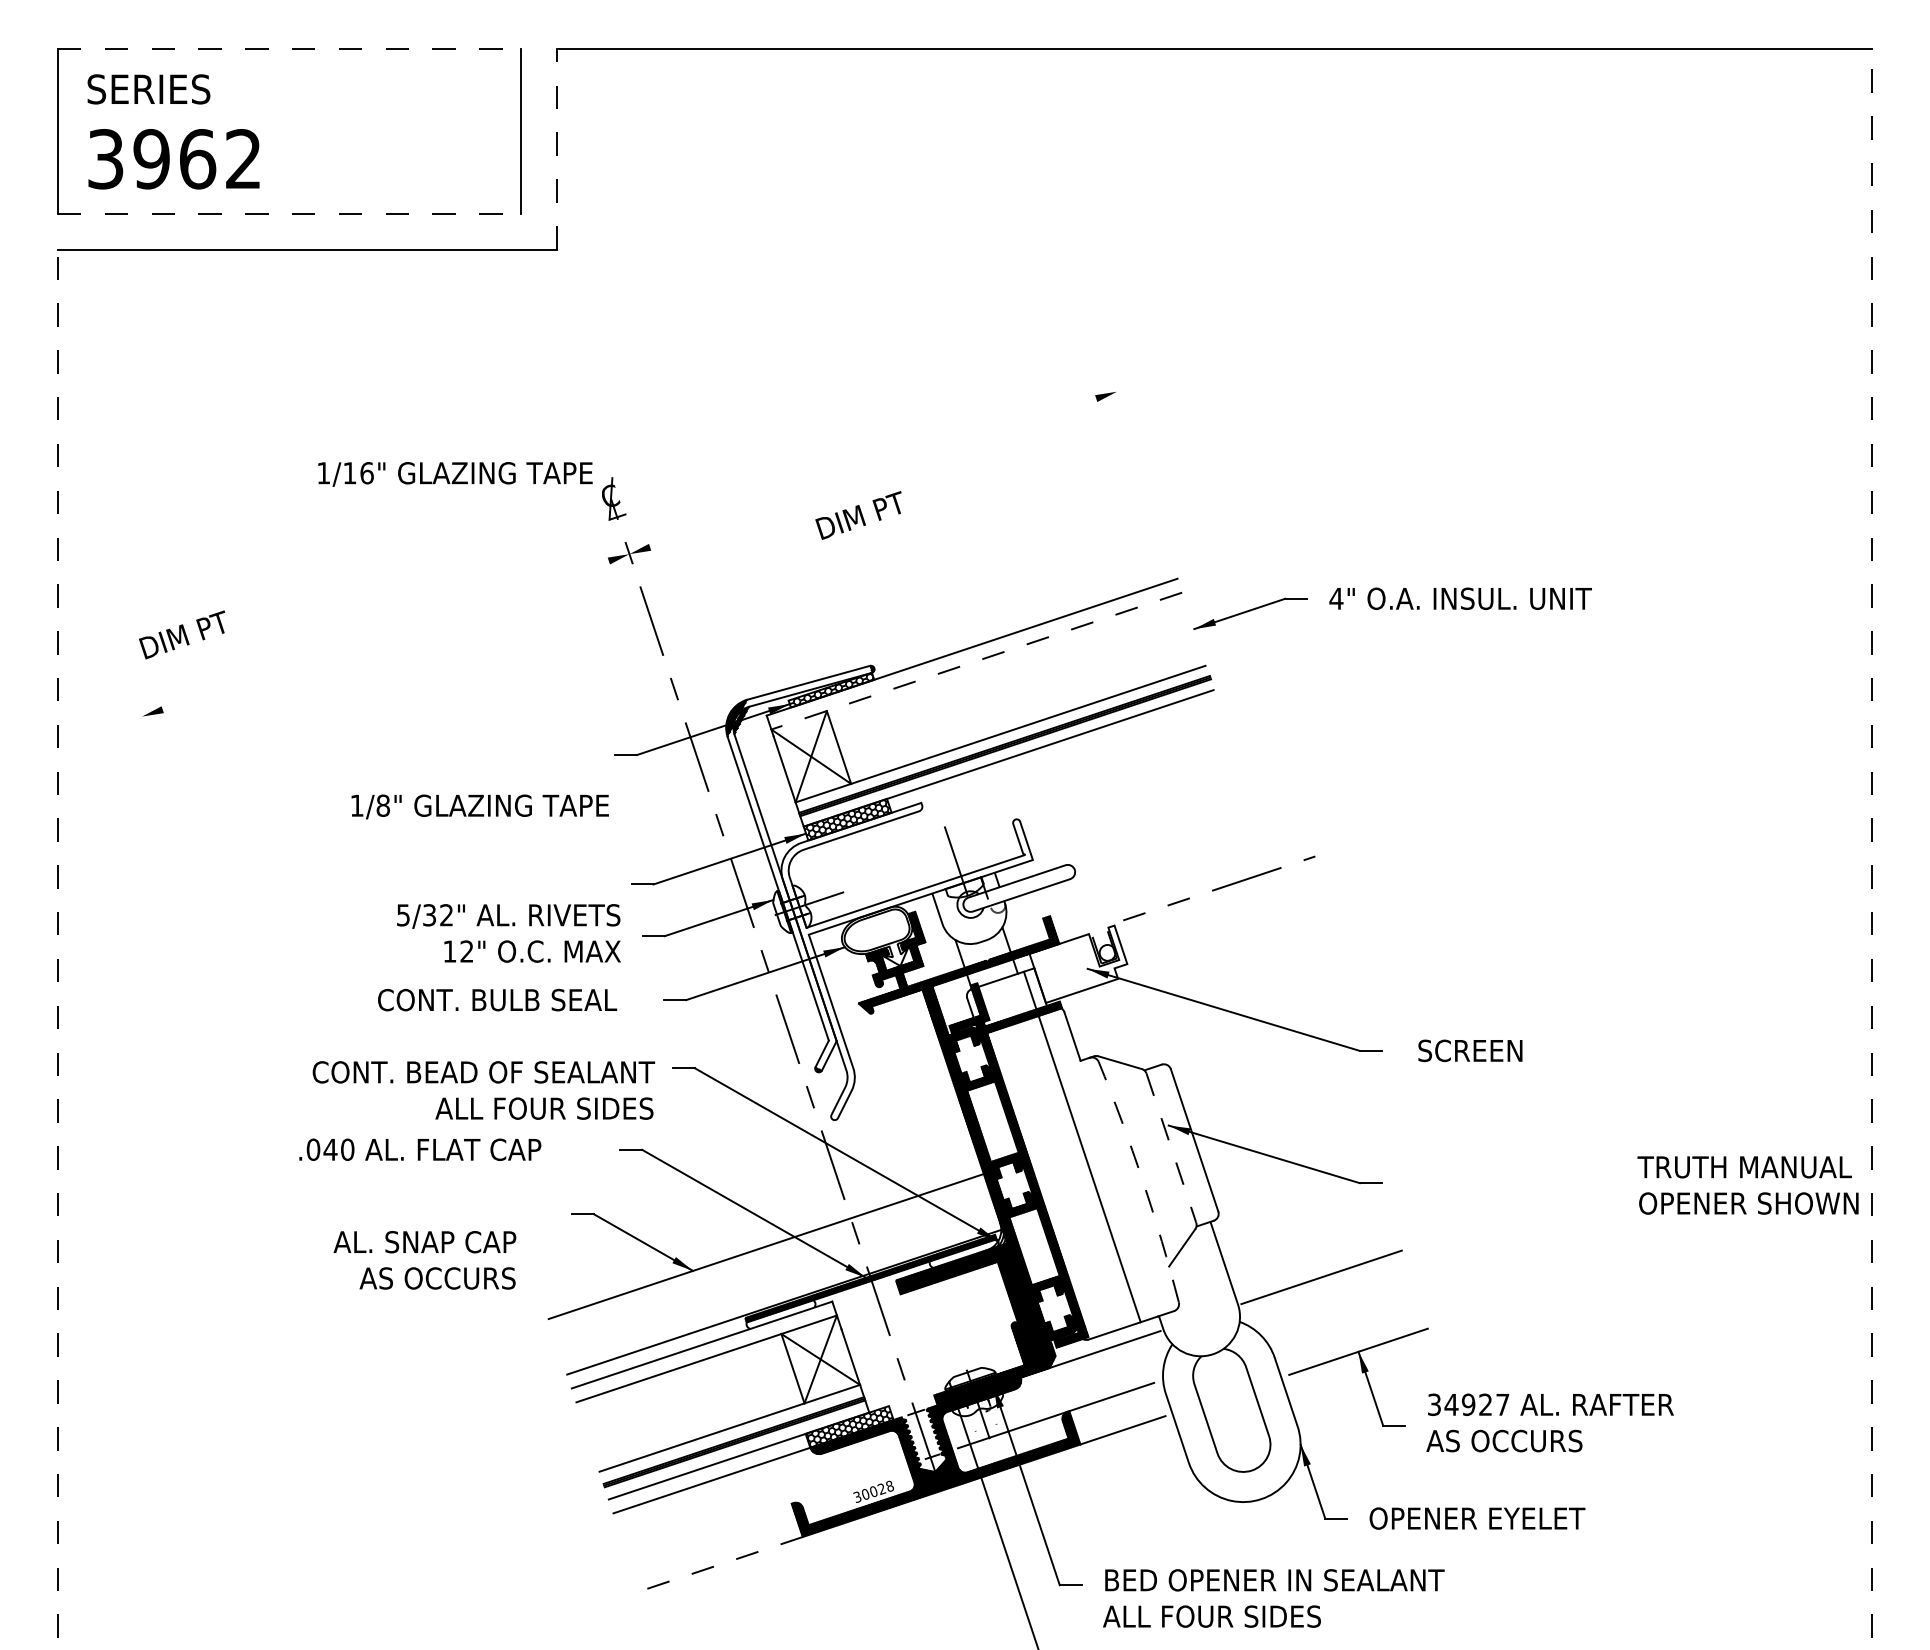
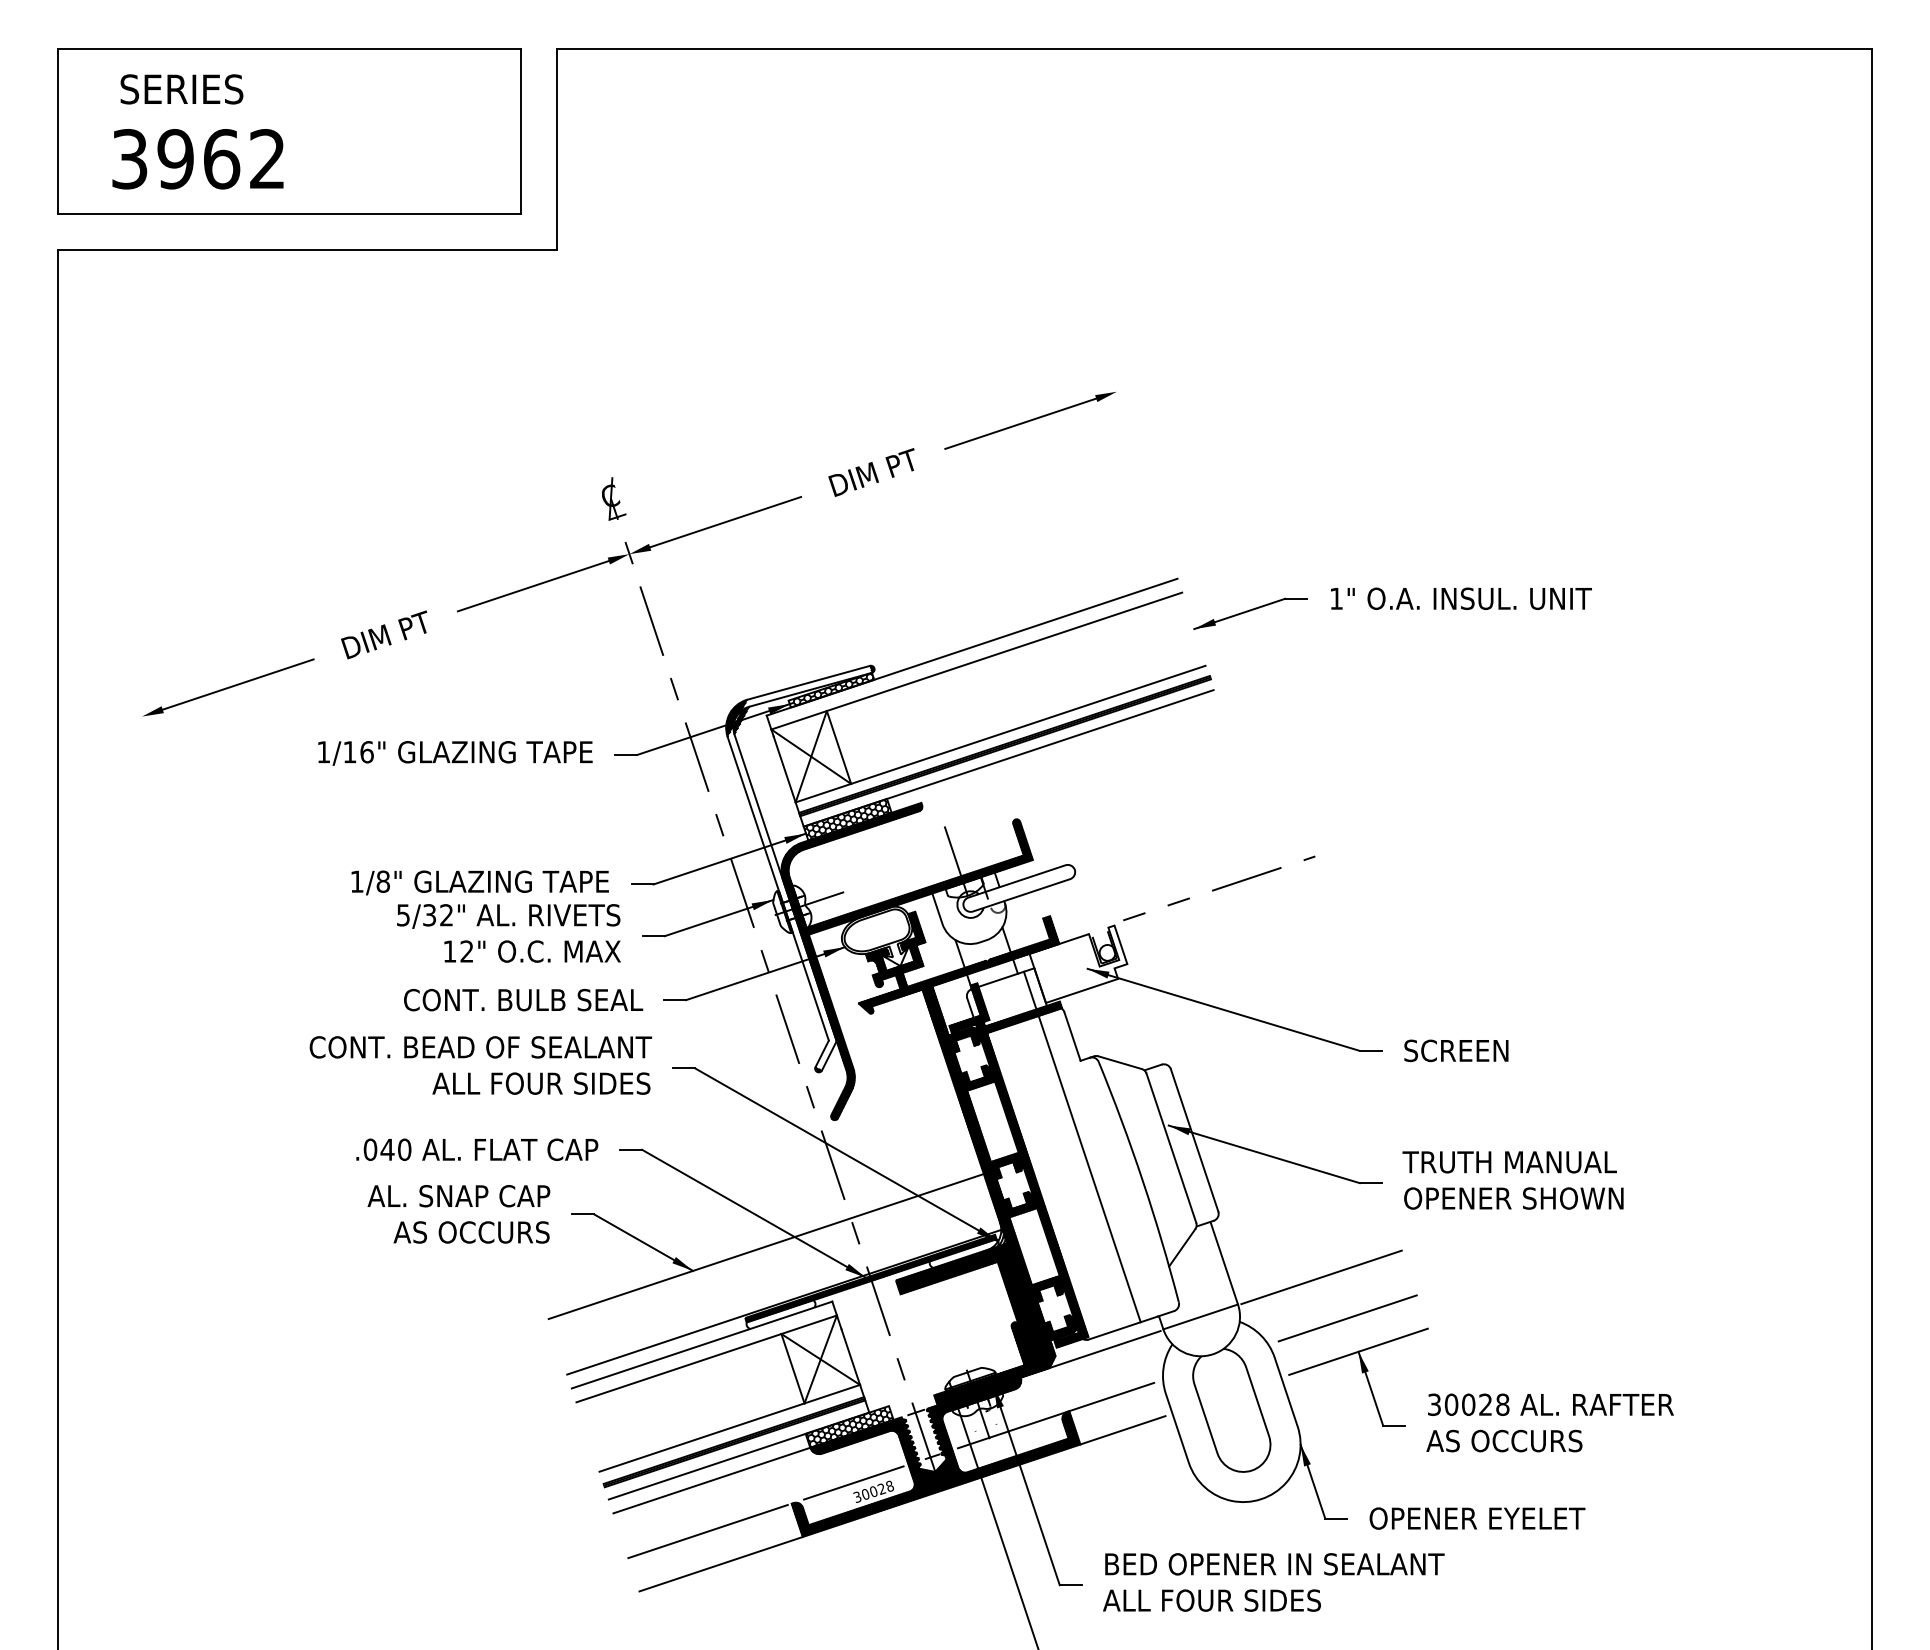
line at (289, 49): dashed -> solid
text at (148, 89) position: (148, 89) -> (181, 89)
line at (556, 148): dashed -> solid
text at (173, 159) position: (173, 159) -> (197, 159)
line at (289, 213): dashed -> solid
line at (1020, 423): none -> present
text at (455, 474) position: (455, 474) -> (455, 753)
text at (858, 515) position: (858, 515) -> (871, 472)
line at (725, 521): none -> present
line at (532, 586): none -> present
text at (1336, 598): 4" -> 1"
text at (182, 634) position: (182, 634) -> (384, 634)
line at (976, 661): dashed -> solid
line at (237, 684): none -> present
text at (479, 806) position: (479, 806) -> (479, 882)
line at (1872, 849): dashed -> solid
line at (57, 949): dashed -> solid
hatch at (906, 961): none -> present
text at (497, 999) position: (497, 999) -> (523, 999)
text at (1470, 1050) position: (1470, 1050) -> (1456, 1050)
text at (483, 1090) position: (483, 1090) -> (480, 1065)
line at (1171, 1148): dashed -> solid
text at (420, 1149) position: (420, 1149) -> (477, 1149)
arc at (1142, 1180): dashed -> solid
text at (1747, 1185) position: (1747, 1185) -> (1512, 1180)
text at (424, 1260) position: (424, 1260) -> (458, 1214)
line at (1200, 1316): none -> present
line at (1347, 1318): none -> present
text at (1476, 1404): 34927 -> 30028
line at (853, 1482): none -> present
line at (707, 1531): none -> present
line at (720, 1564): dashed -> solid
text at (1273, 1598) position: (1273, 1598) -> (1273, 1582)
